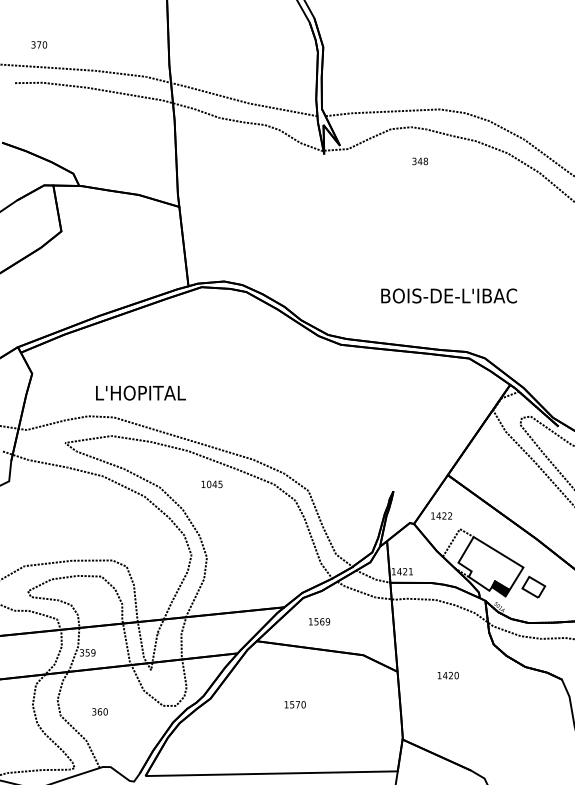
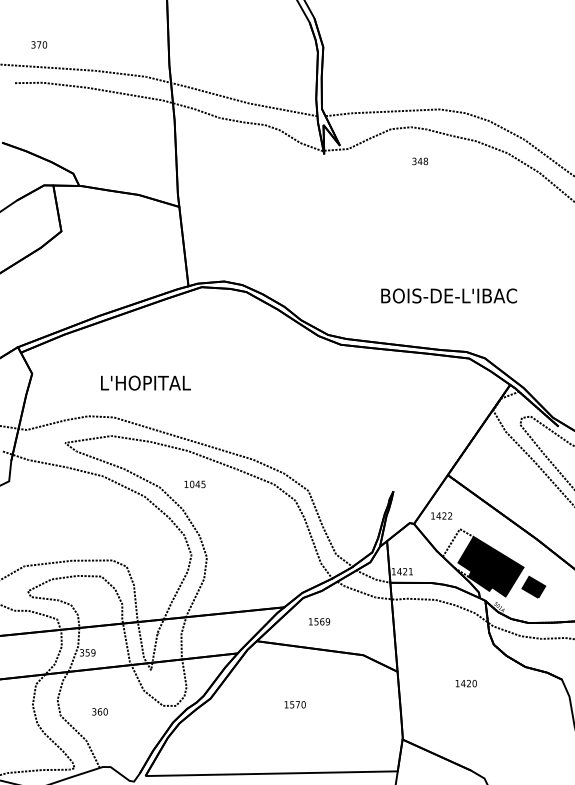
text at (140, 392) position: (140, 392) -> (145, 382)
text at (211, 484) position: (211, 484) -> (194, 484)
fill at (490, 563): none -> present
fill at (533, 586): none -> present
text at (447, 675) position: (447, 675) -> (465, 683)
